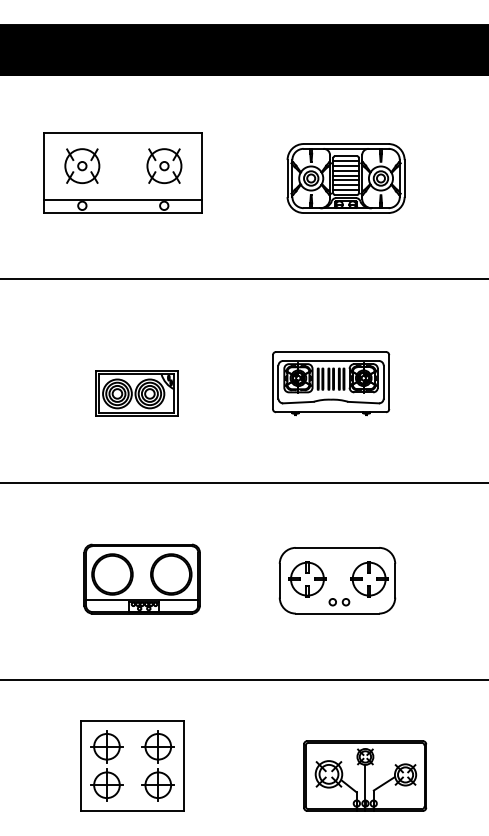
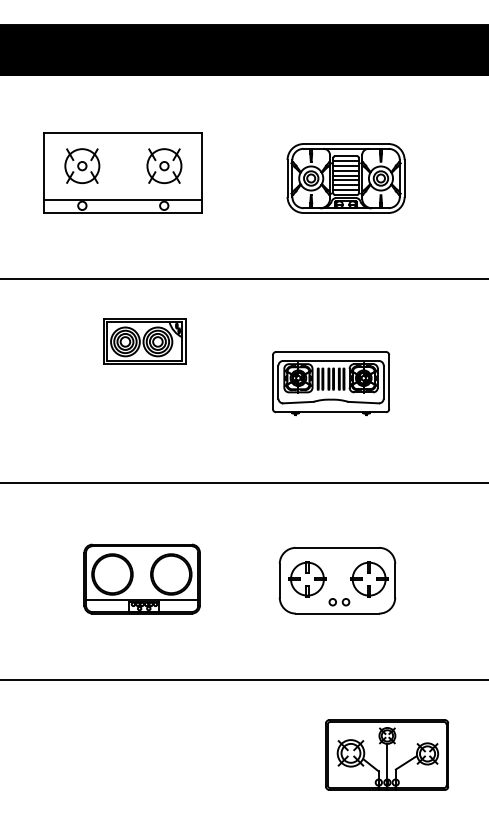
part at (136, 393) position: (136, 393) -> (144, 341)
part at (132, 765): present -> none
part at (365, 775) position: (365, 775) -> (387, 754)
